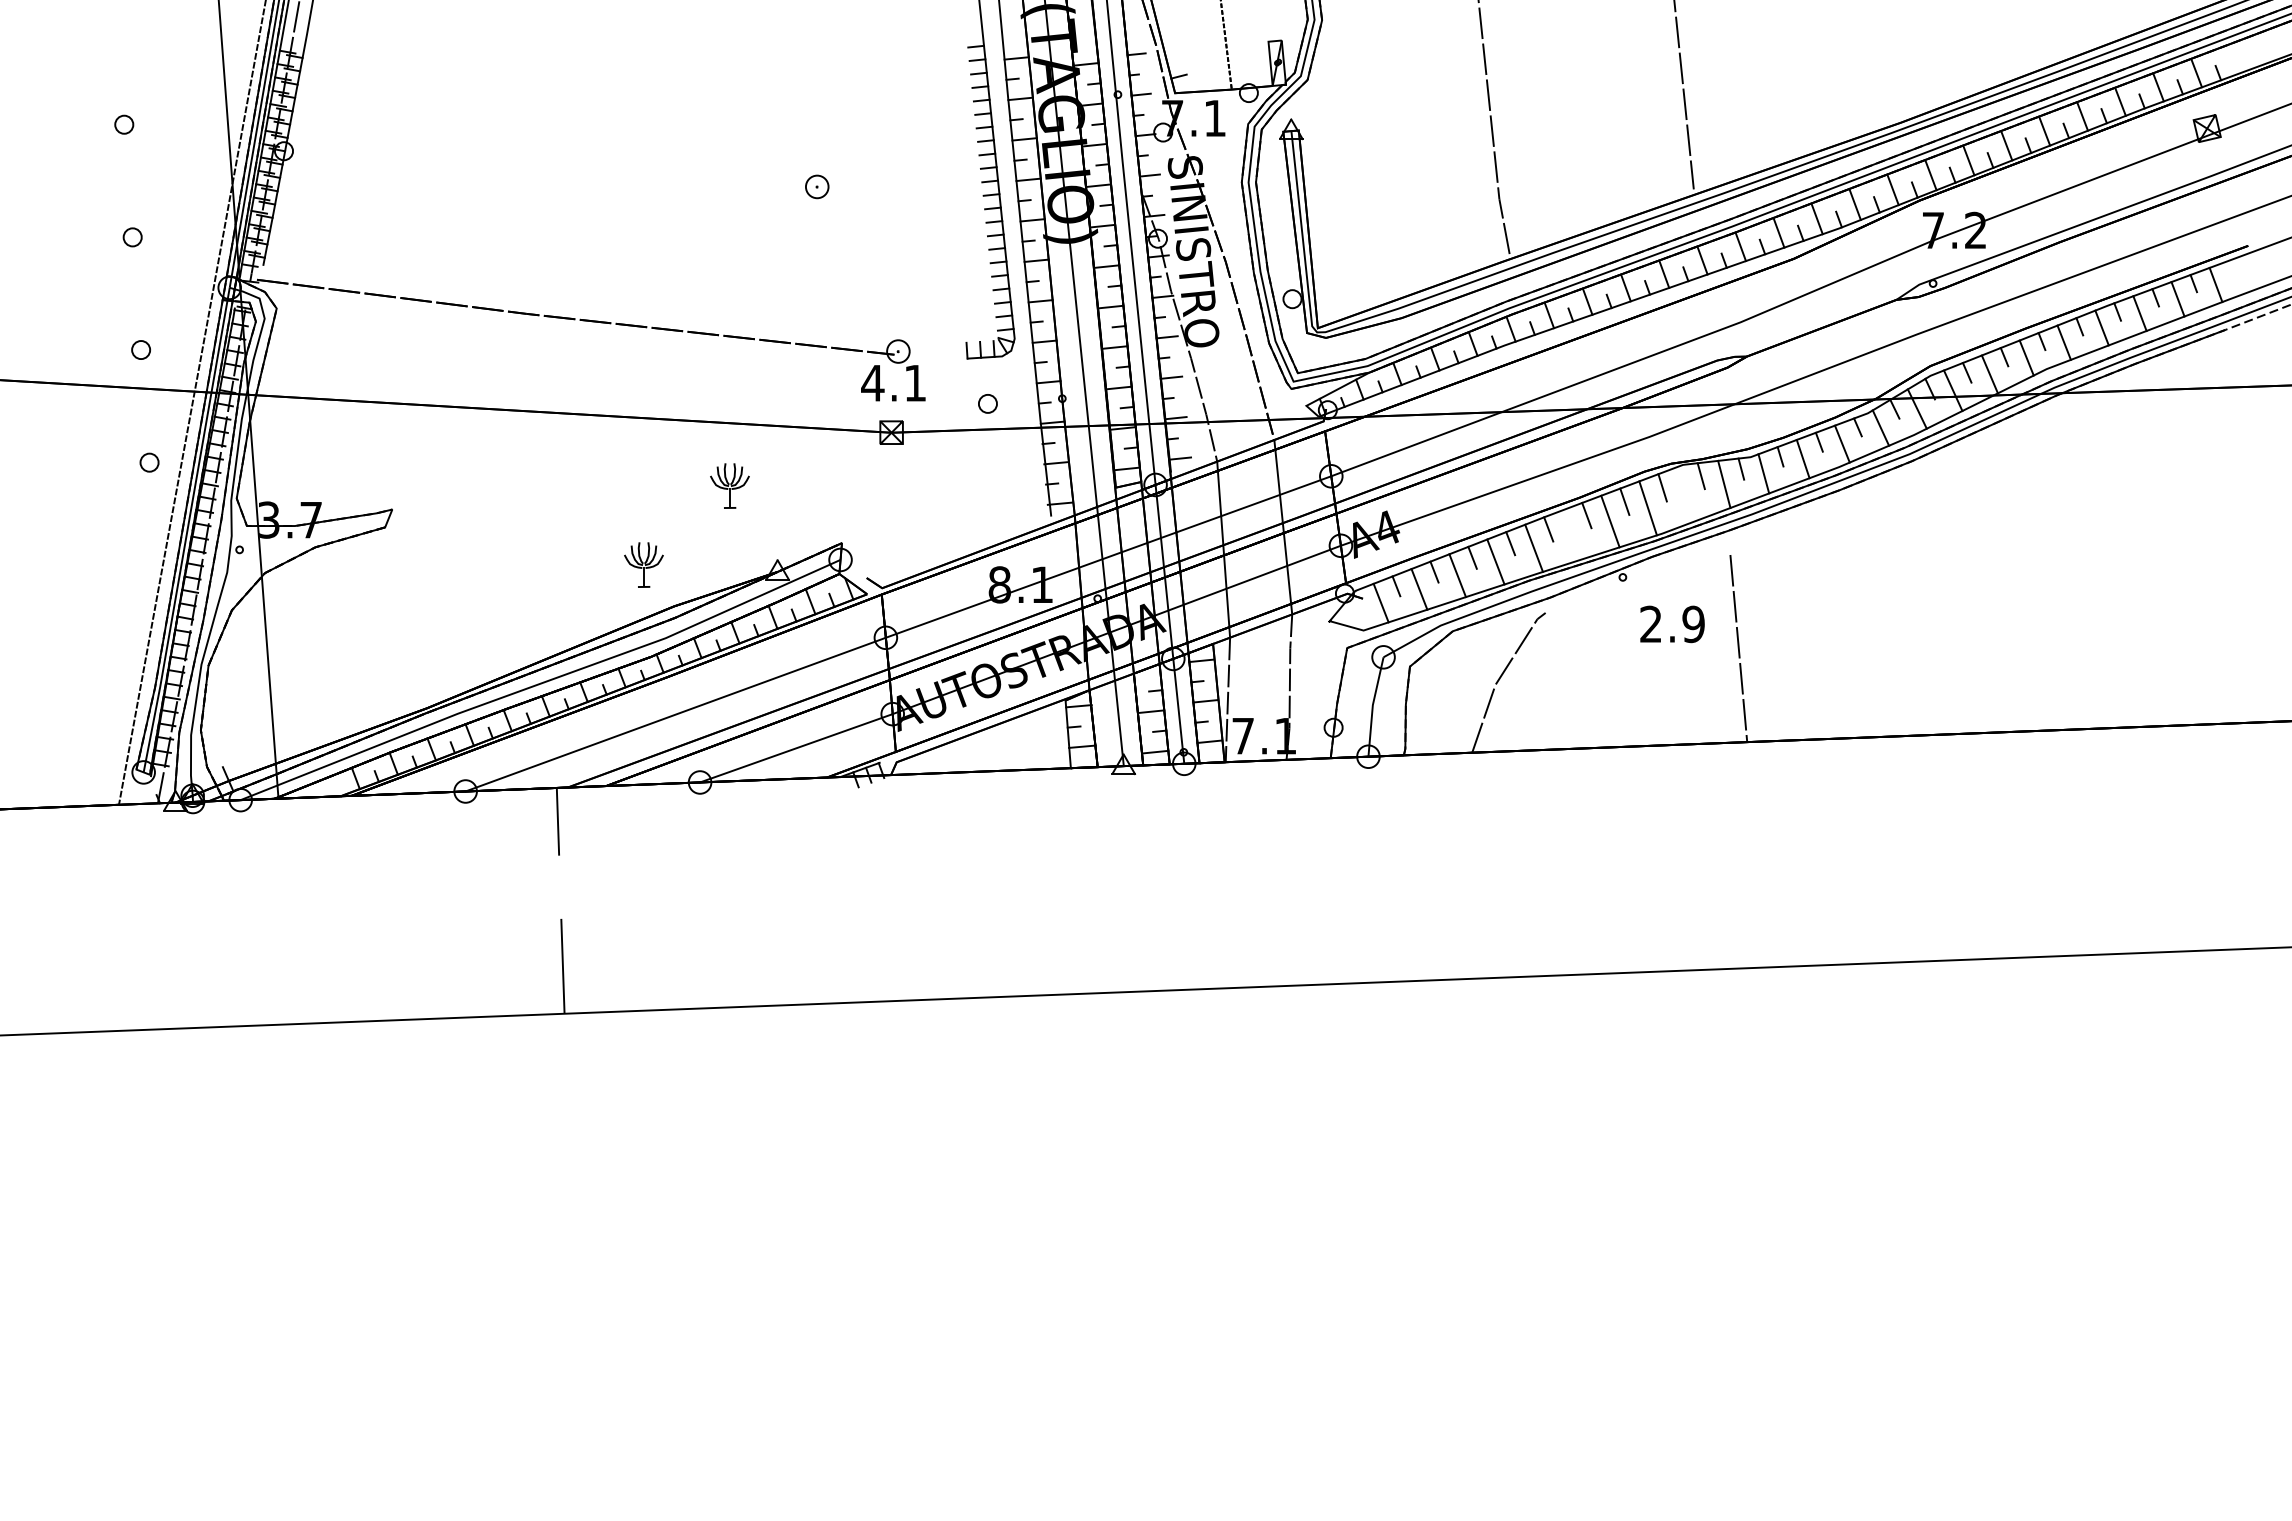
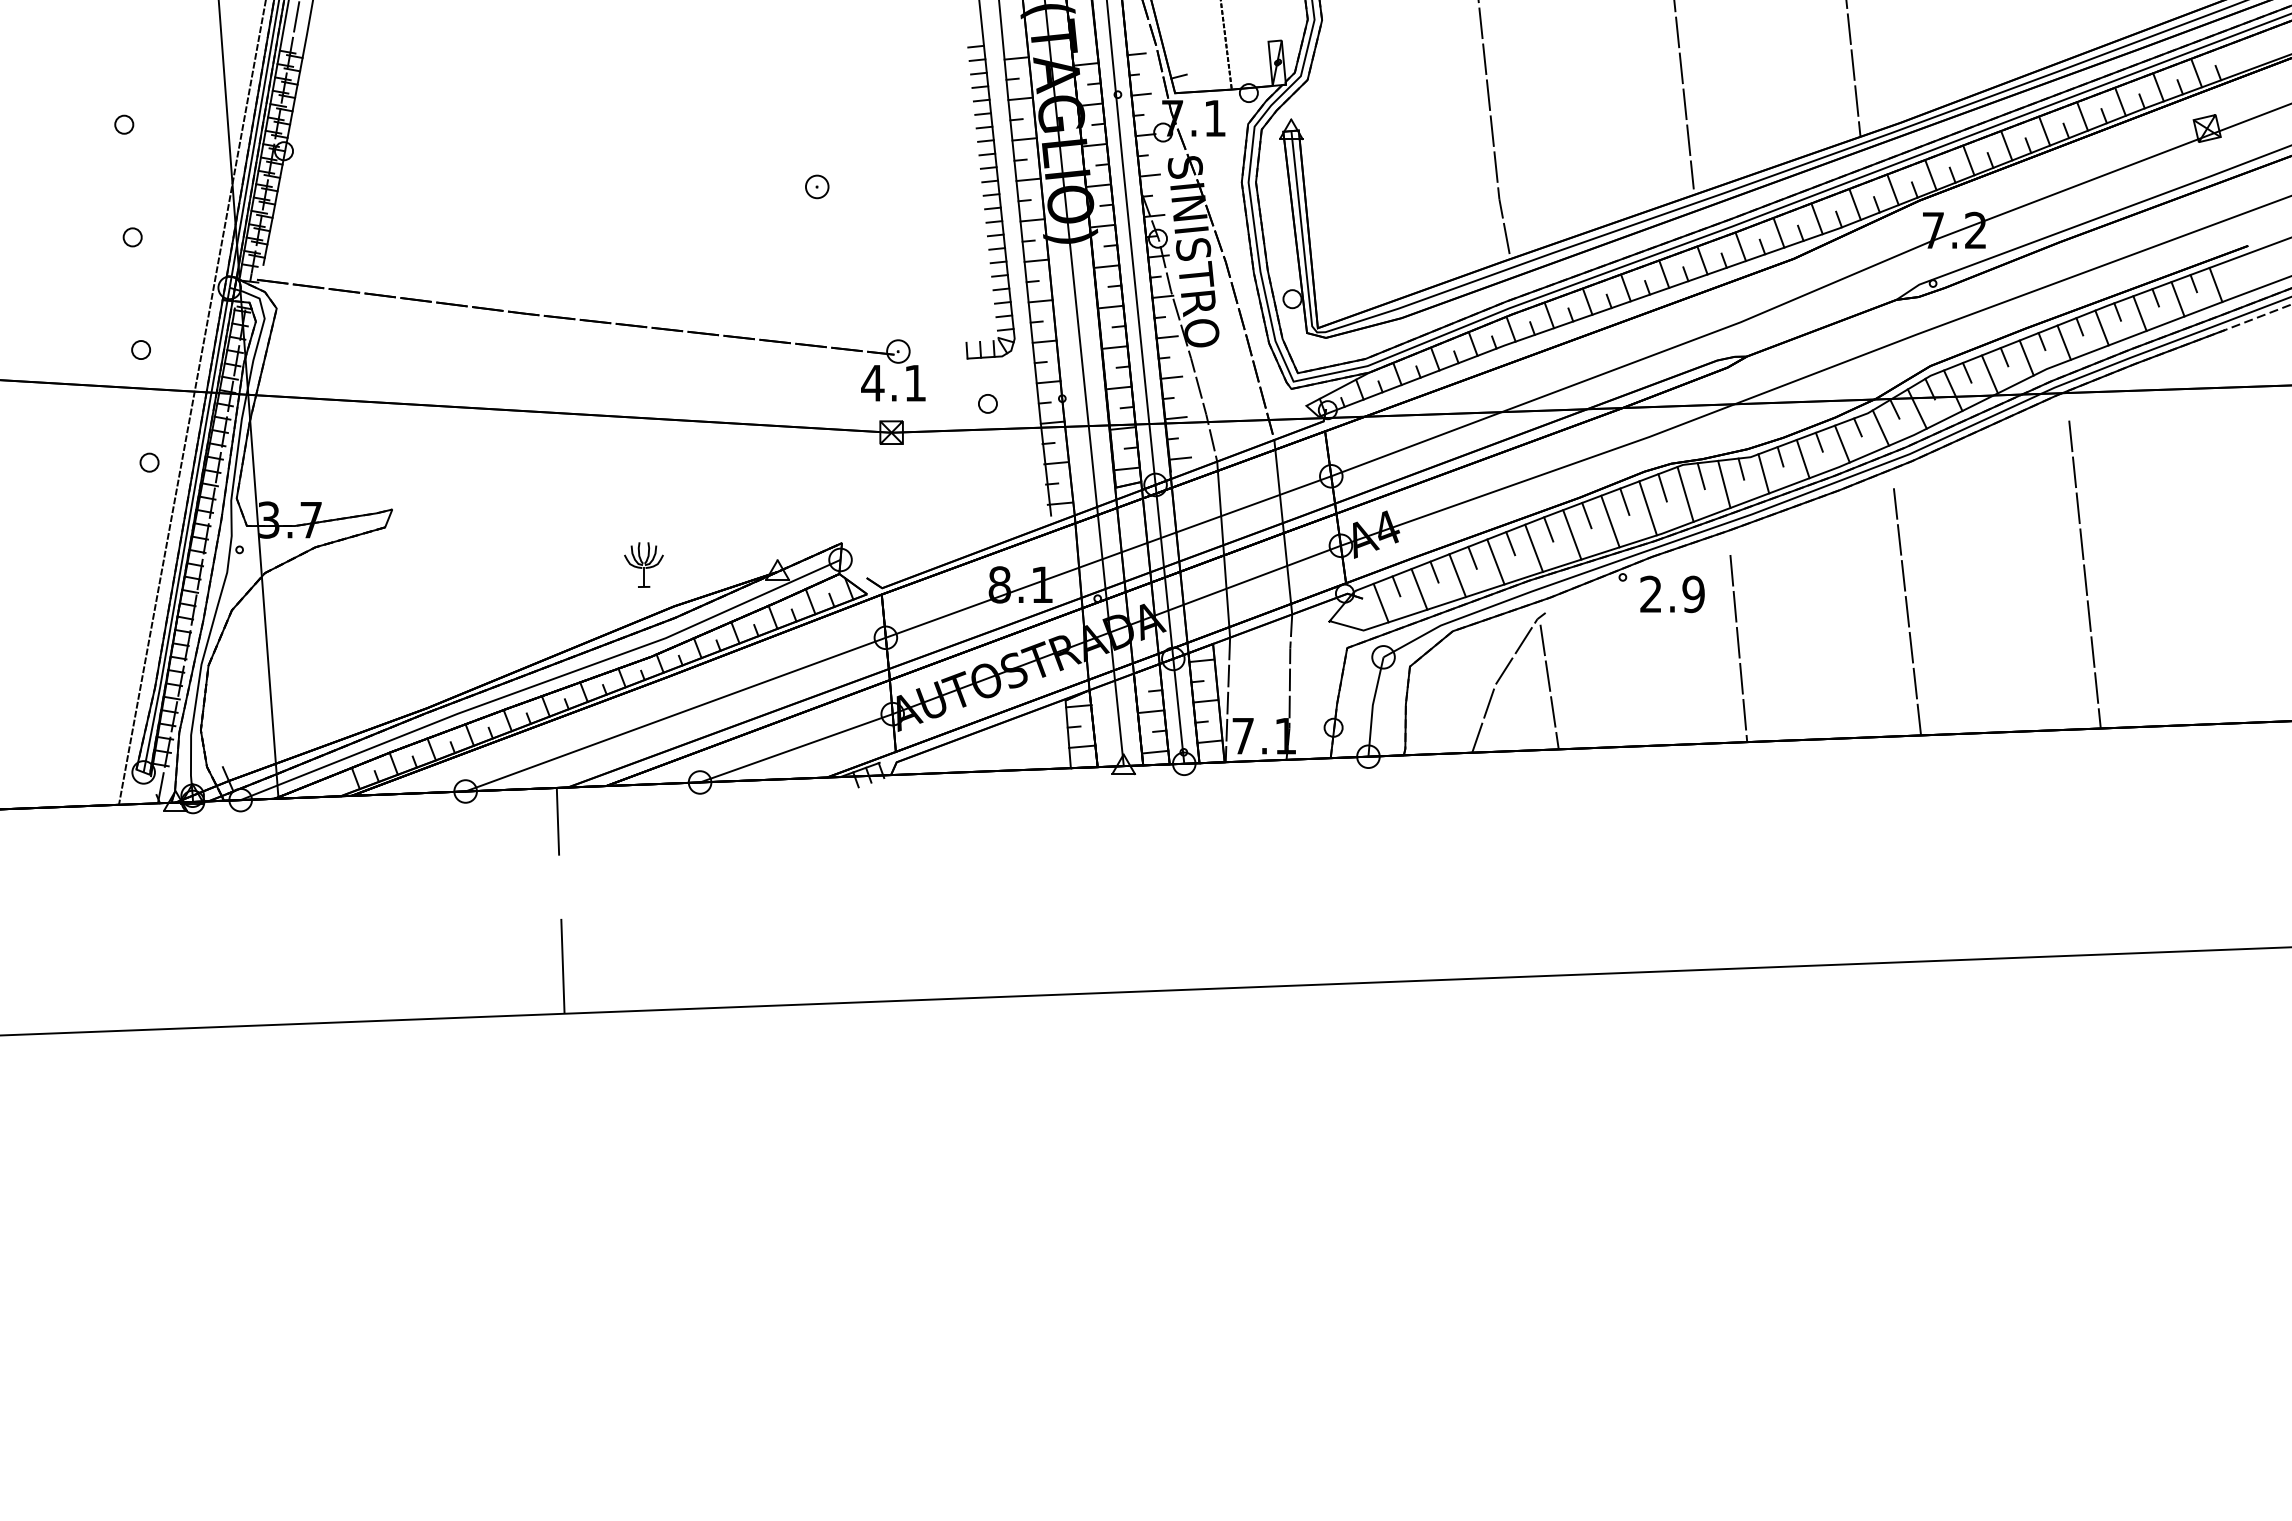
line at (1853, 69): none -> present
part at (729, 485): present -> none
line at (1685, 493): none -> present
line at (1572, 534): none -> present
line at (2084, 574): none -> present
line at (1907, 611): none -> present
text at (1672, 624) position: (1672, 624) -> (1672, 594)
line at (1549, 686): none -> present
